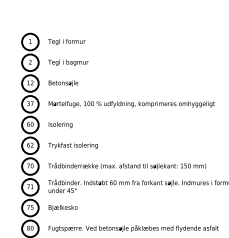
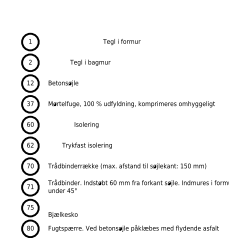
text at (66, 41) position: (66, 41) -> (121, 41)
text at (68, 62) position: (68, 62) -> (90, 62)
text at (60, 124) position: (60, 124) -> (86, 124)
text at (72, 145) position: (72, 145) -> (86, 145)
text at (62, 207) position: (62, 207) -> (62, 214)
